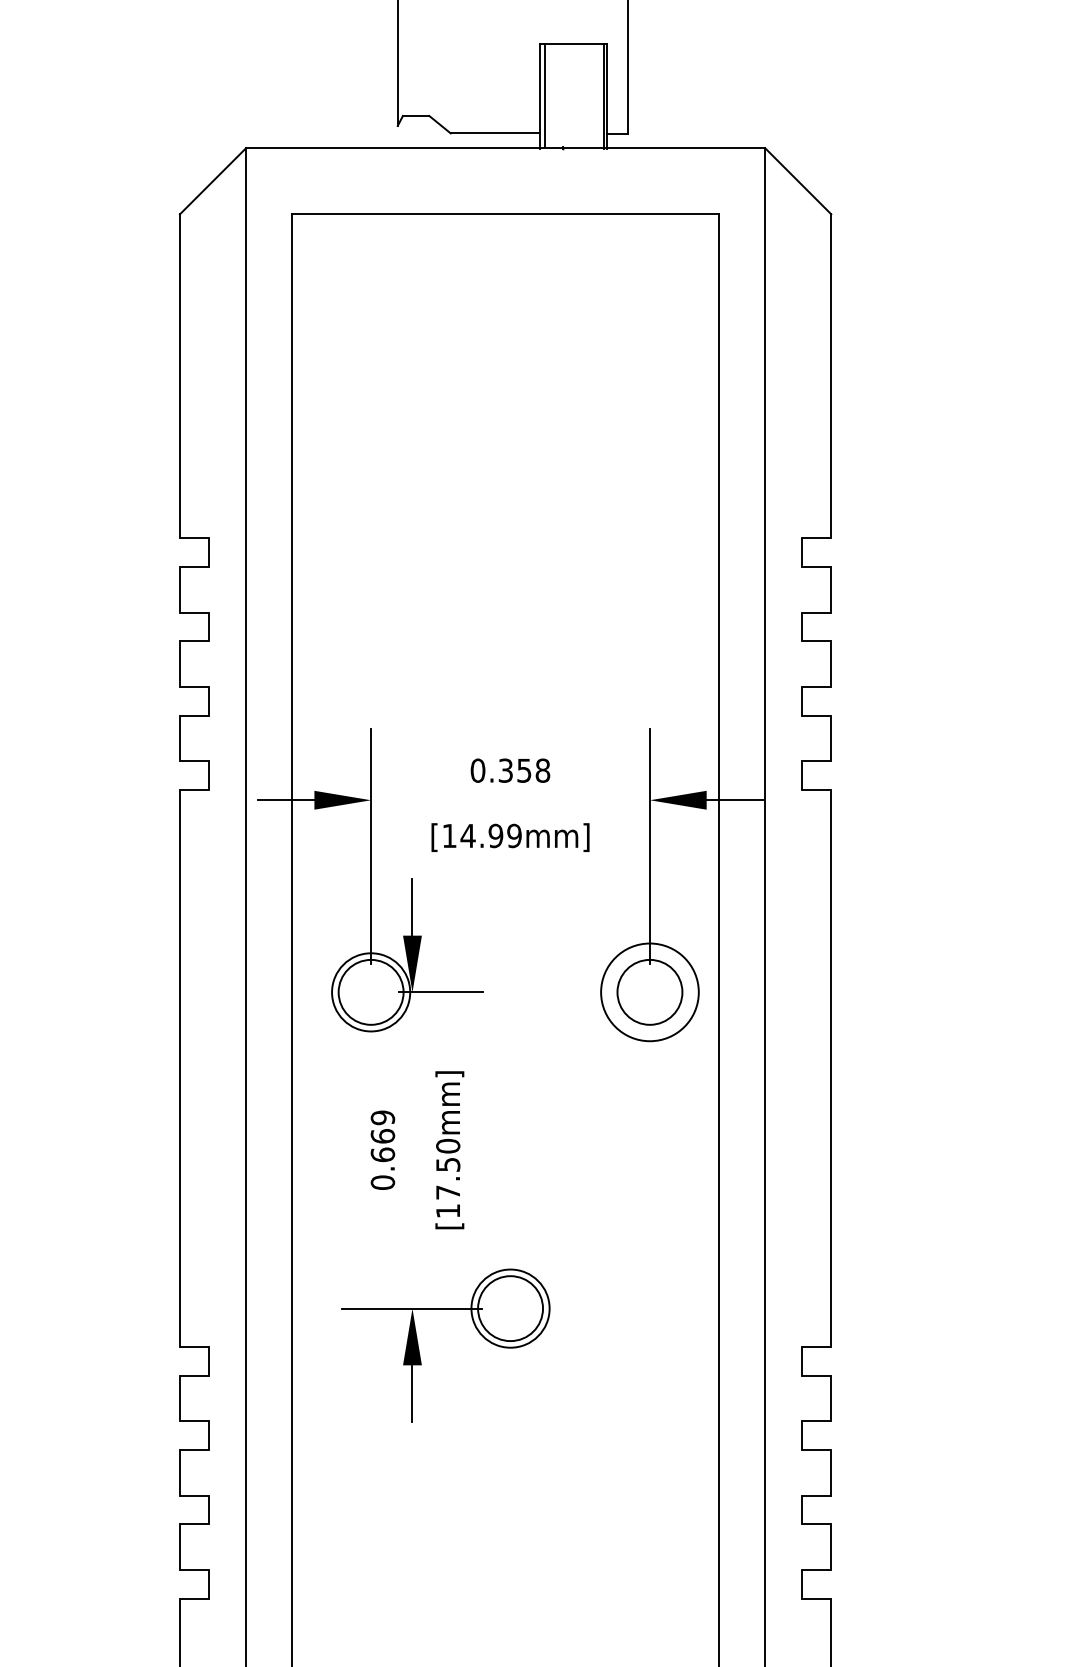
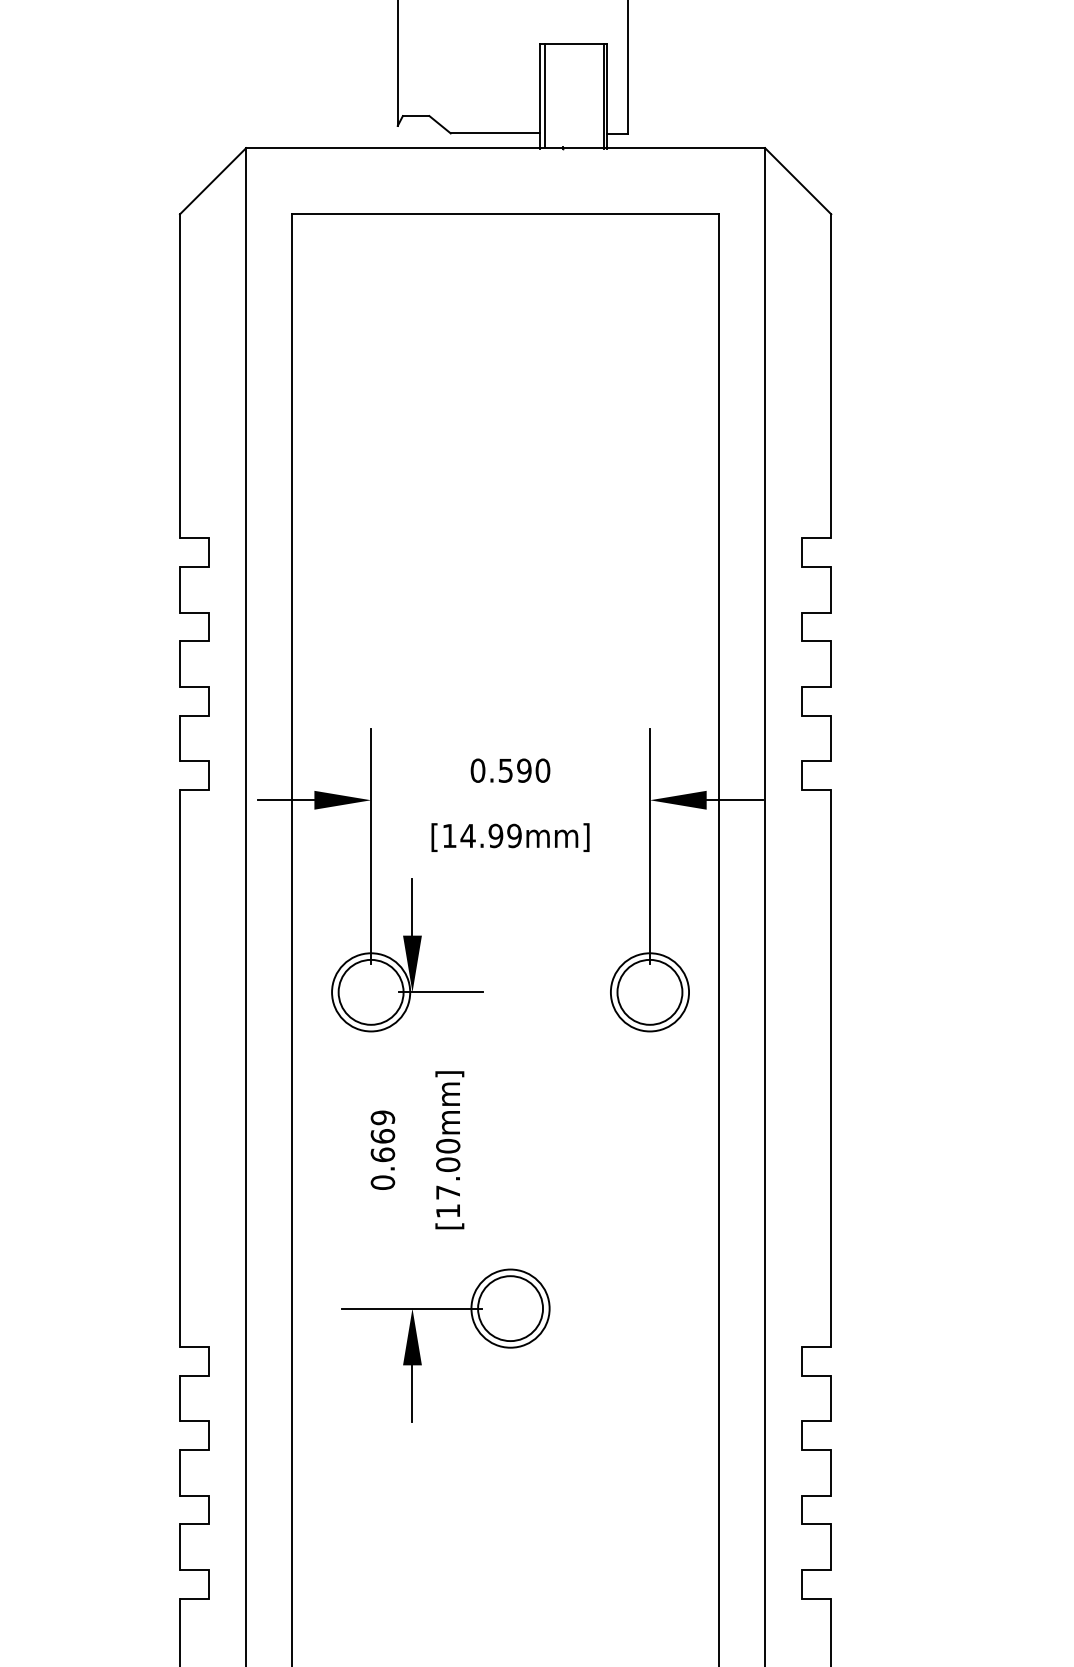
text at (524, 770): 0.358 -> 0.590
circle at (649, 992) diameter: 98 px -> 78 px
text at (448, 1164): [17.50mm] -> [17.00mm]
